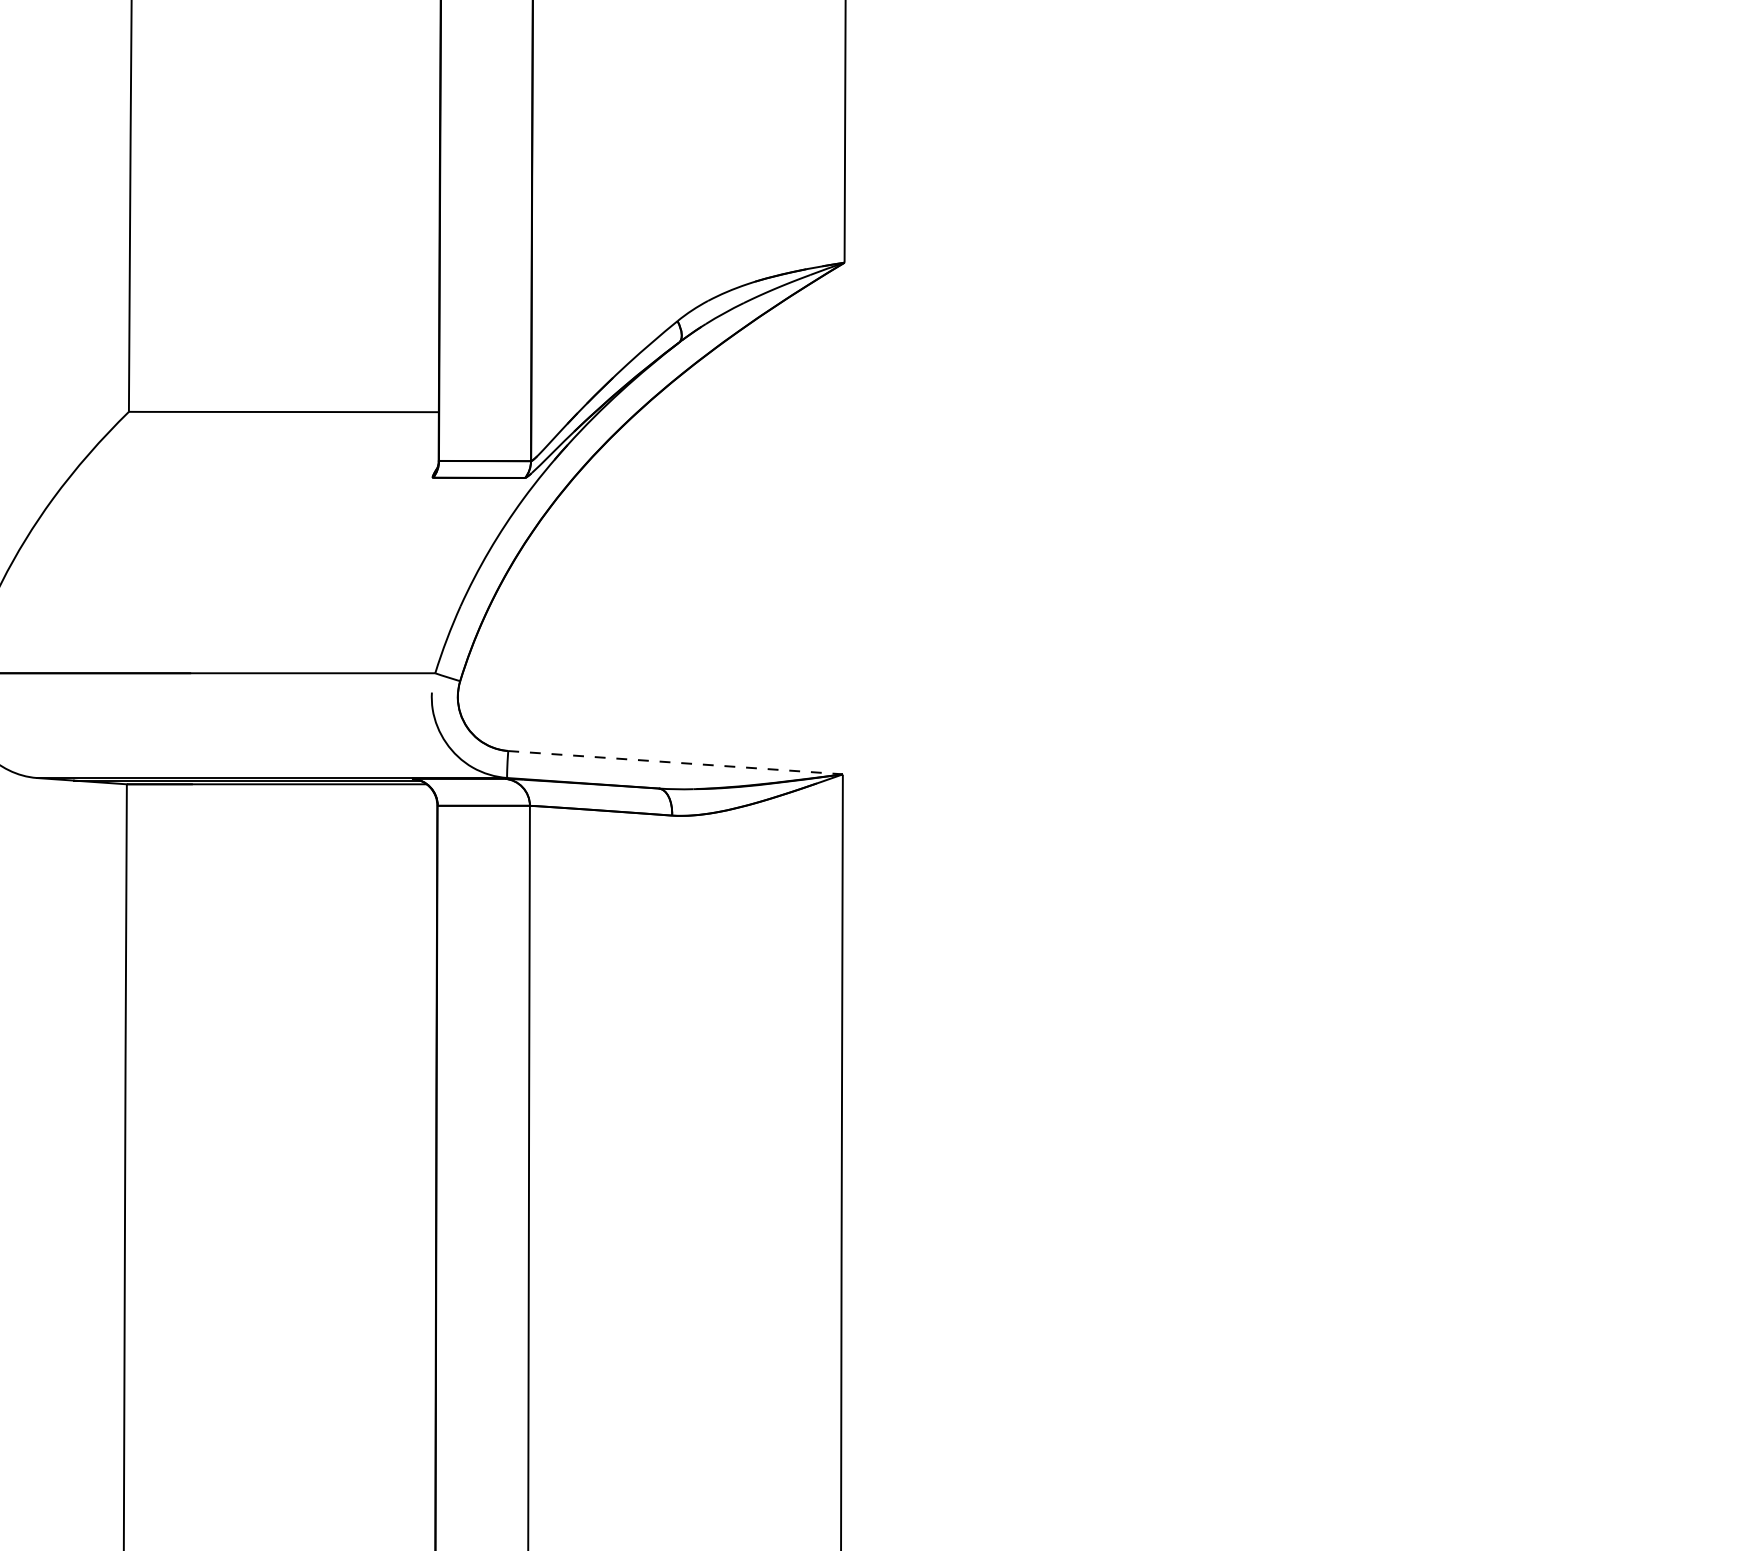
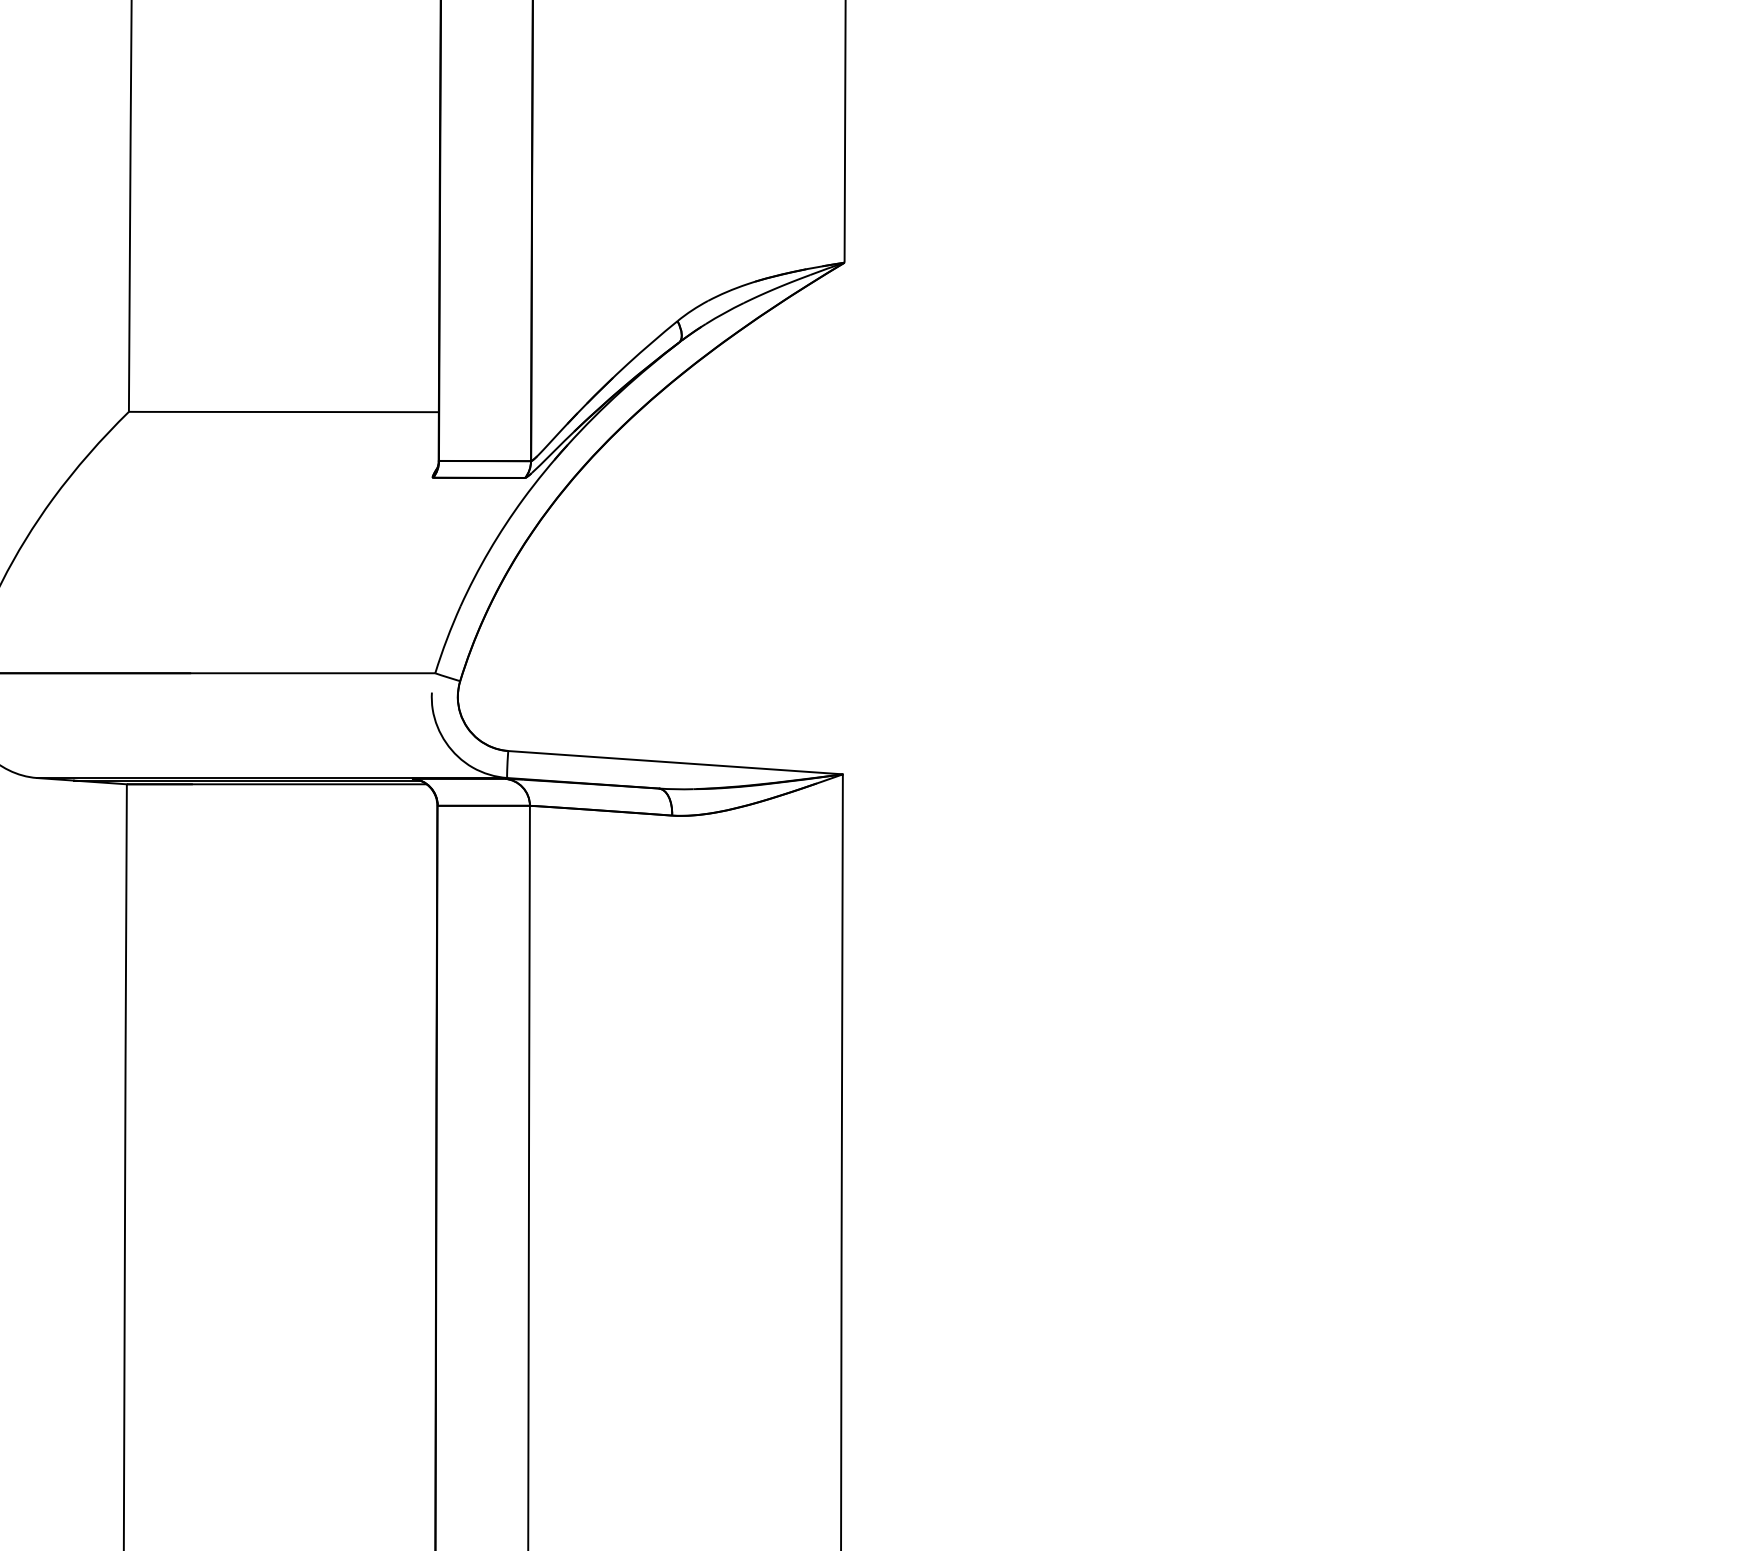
line at (675, 762): dashed -> solid
